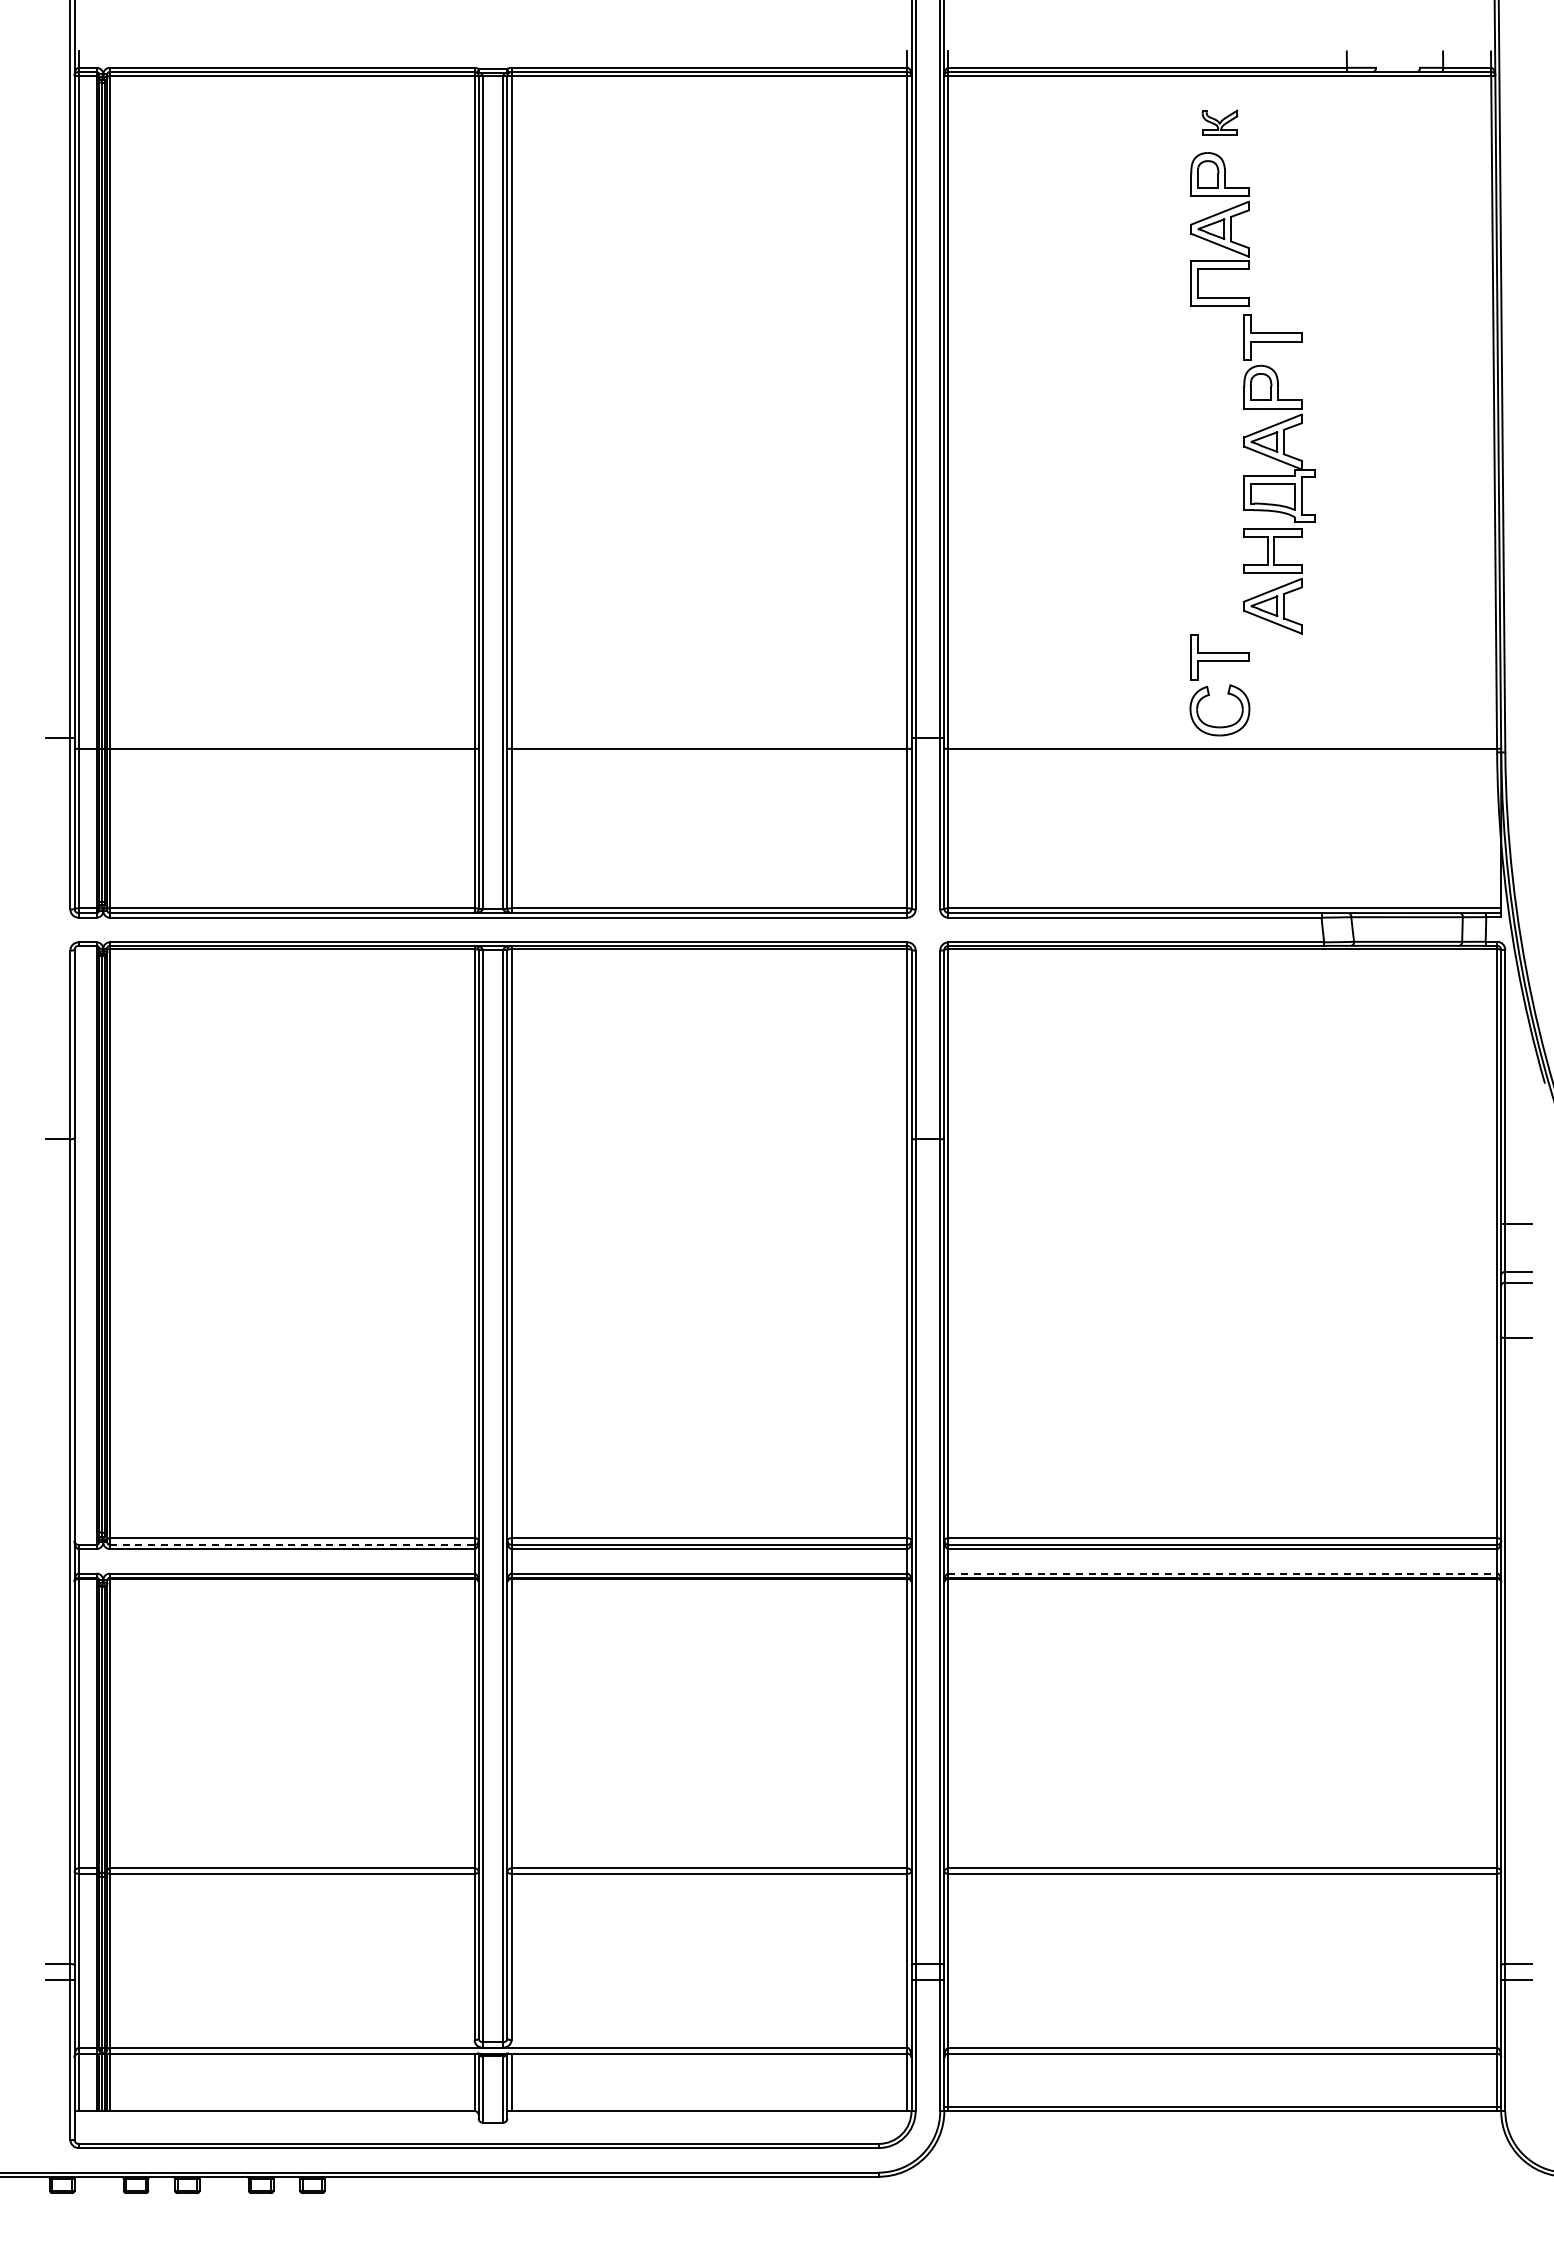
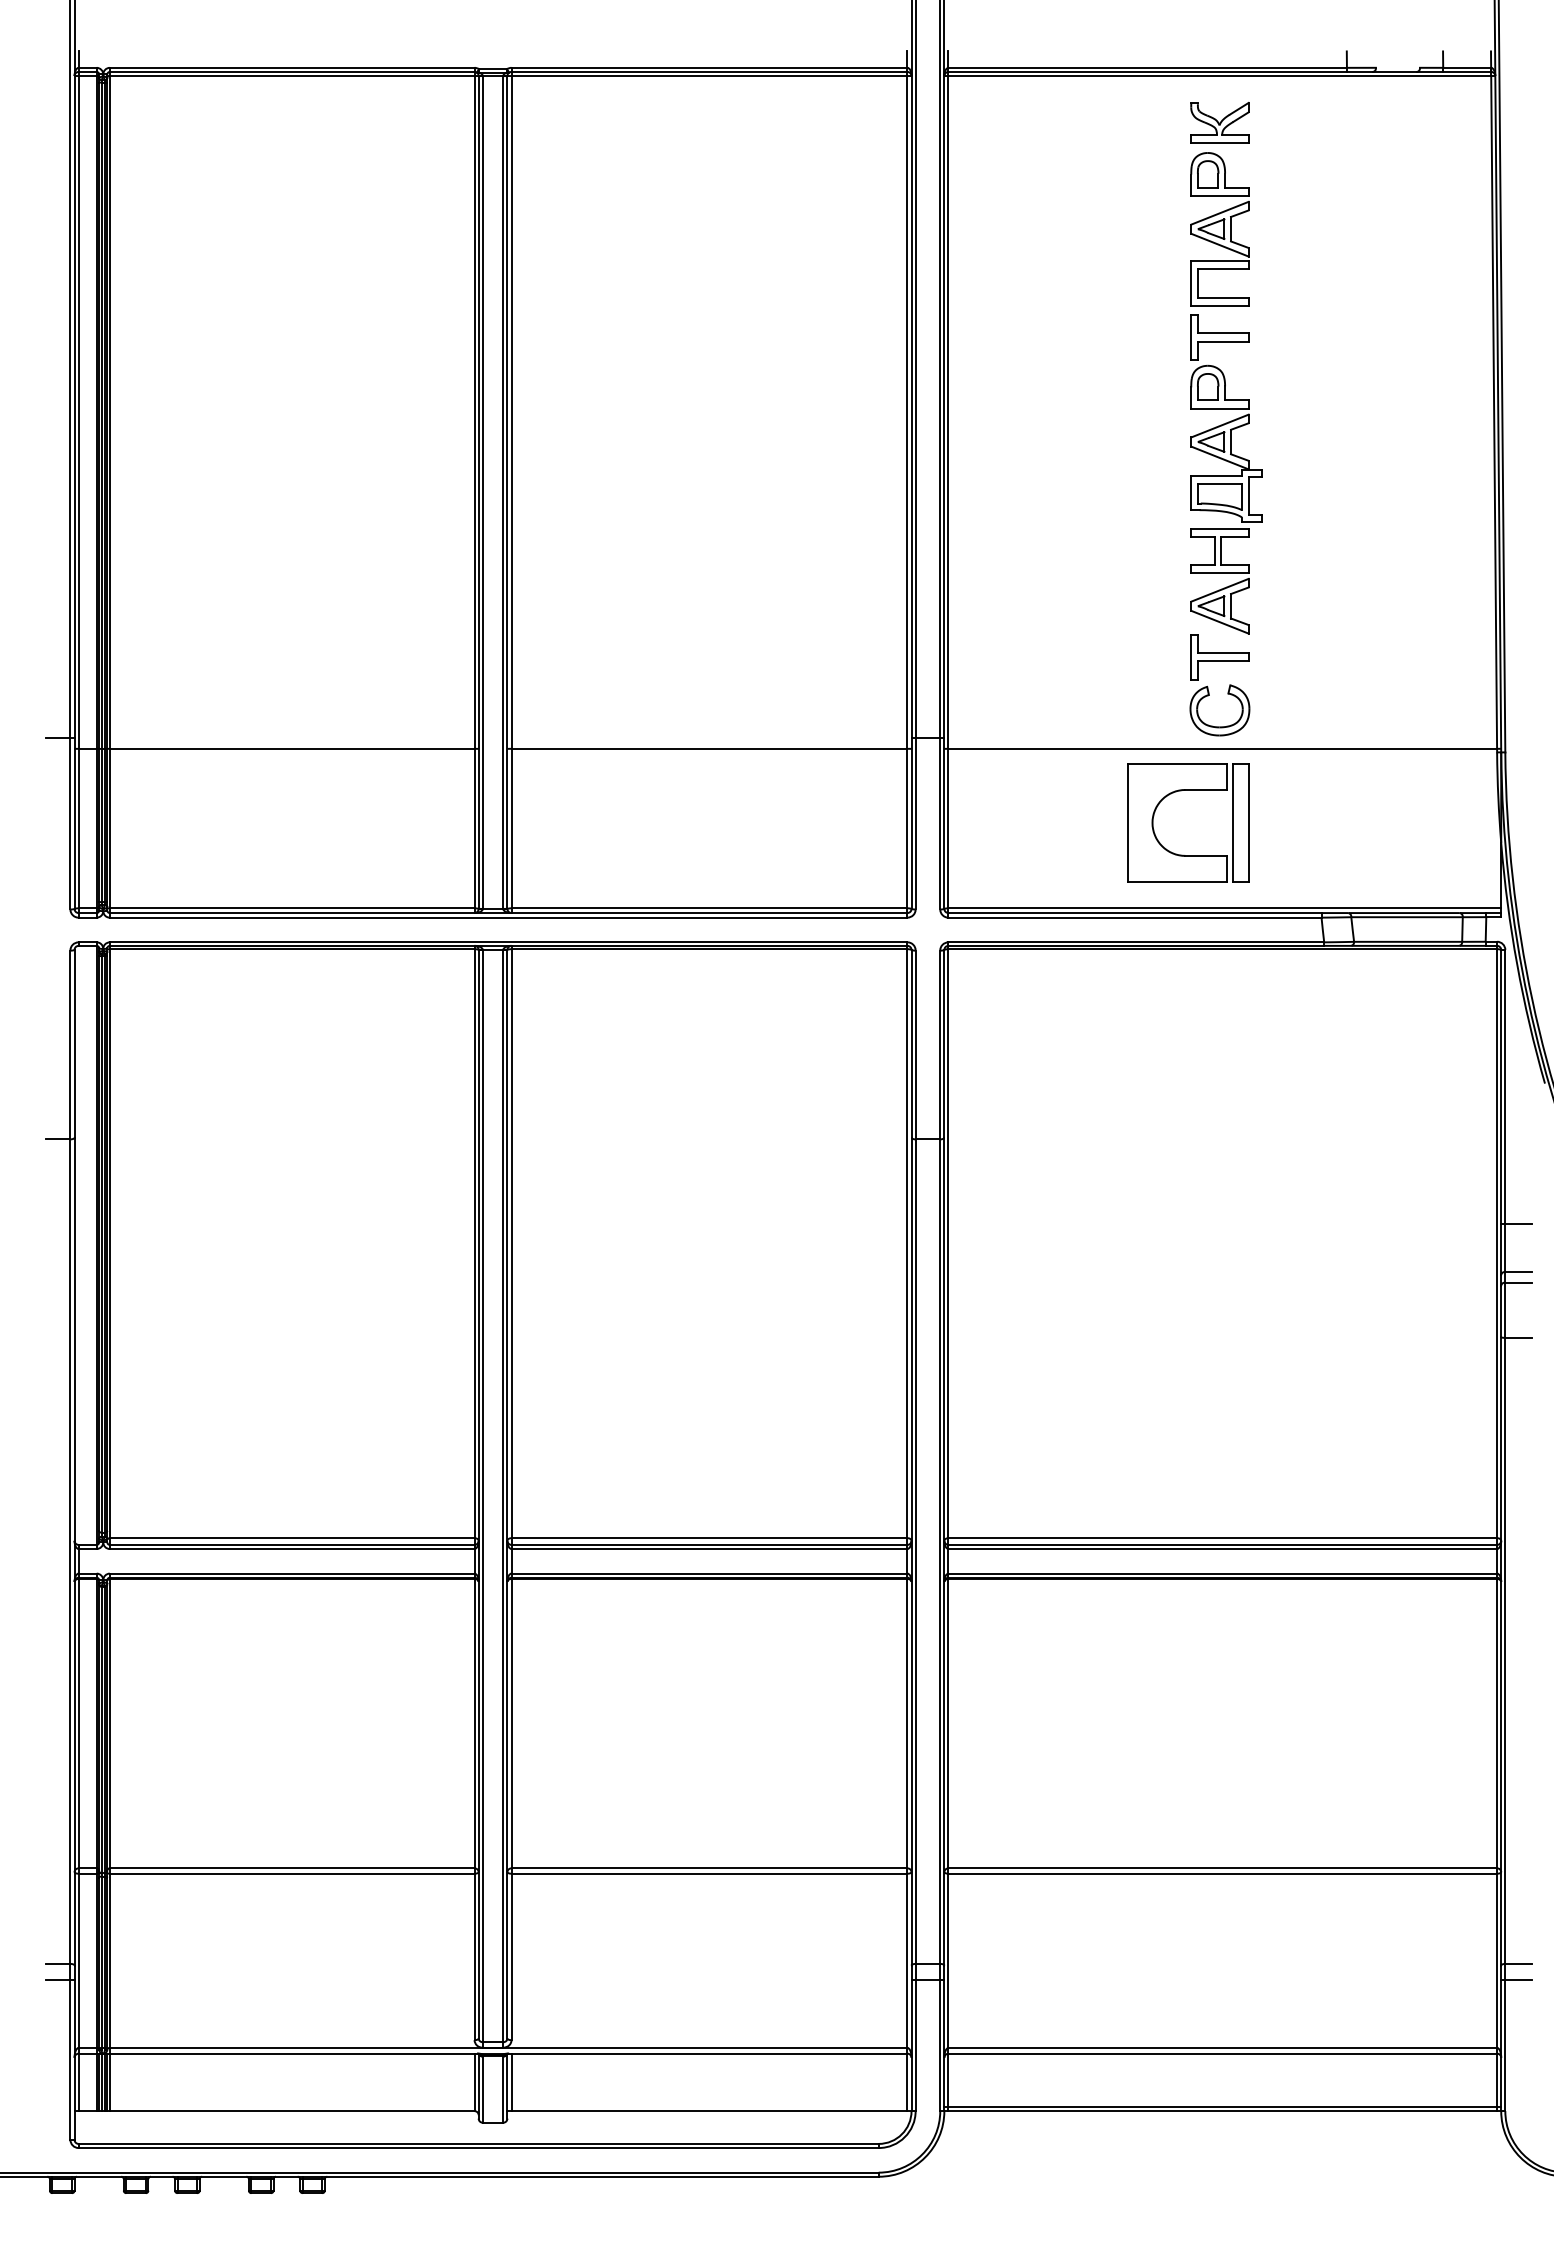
part at (1219, 122) size: 38x27 px -> 60x43 px
part at (1279, 474) position: (1279, 474) -> (1226, 474)
part at (1181, 791): none -> present
line at (292, 1544): dashed -> solid
line at (1223, 1573): dashed -> solid
